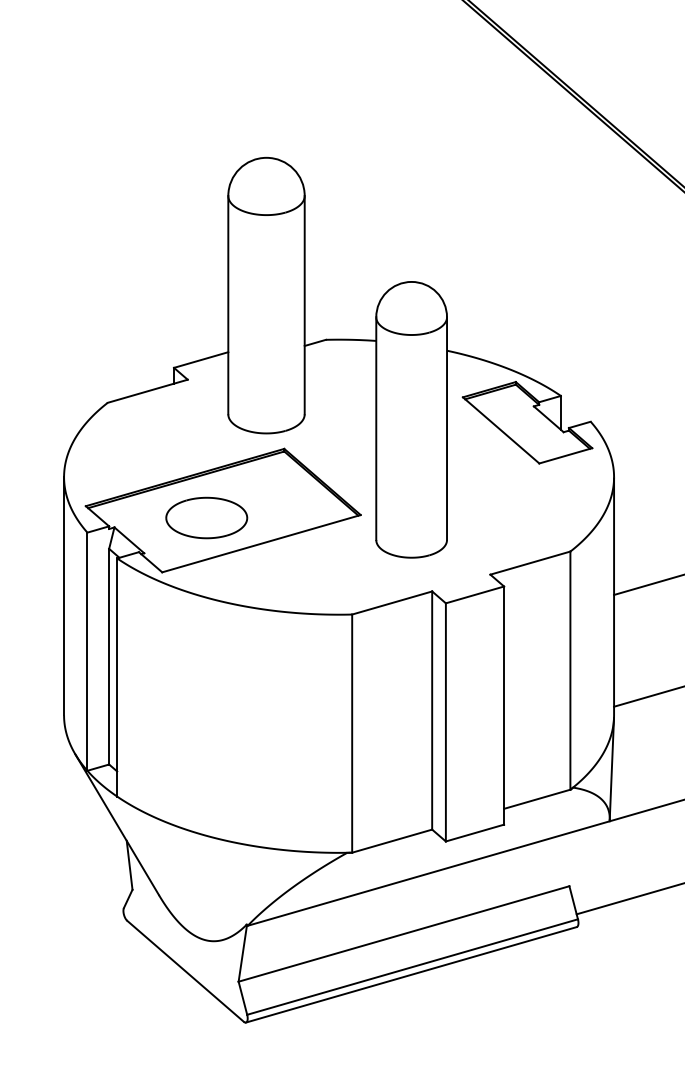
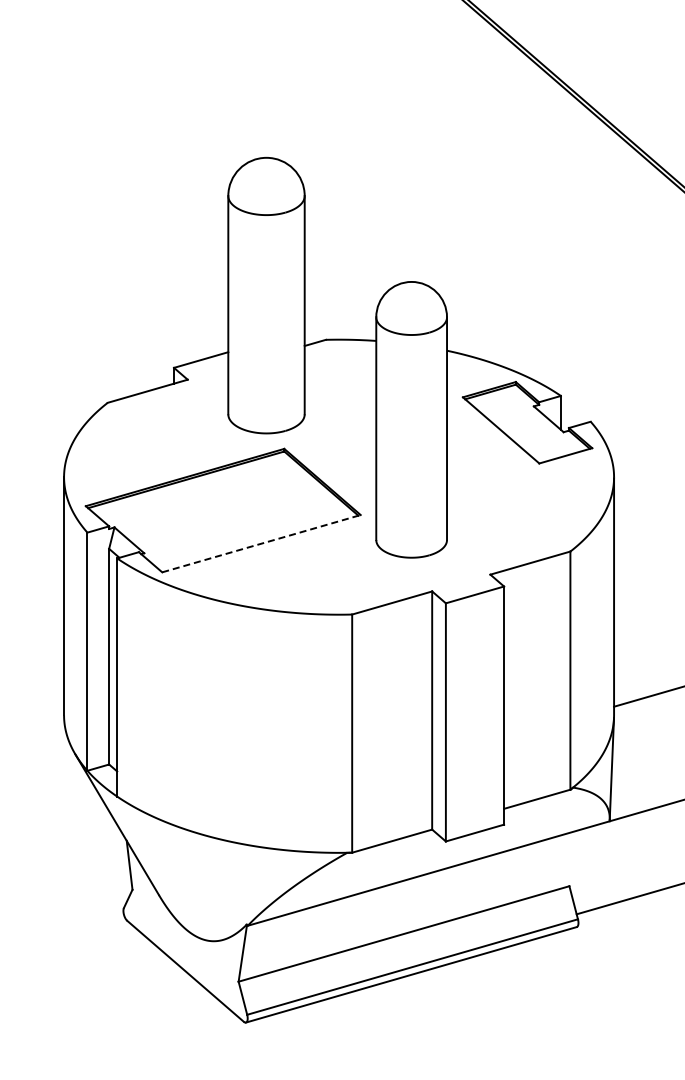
part at (206, 517): present -> none
line at (261, 543): solid -> dashed
line at (647, 584): present -> none
